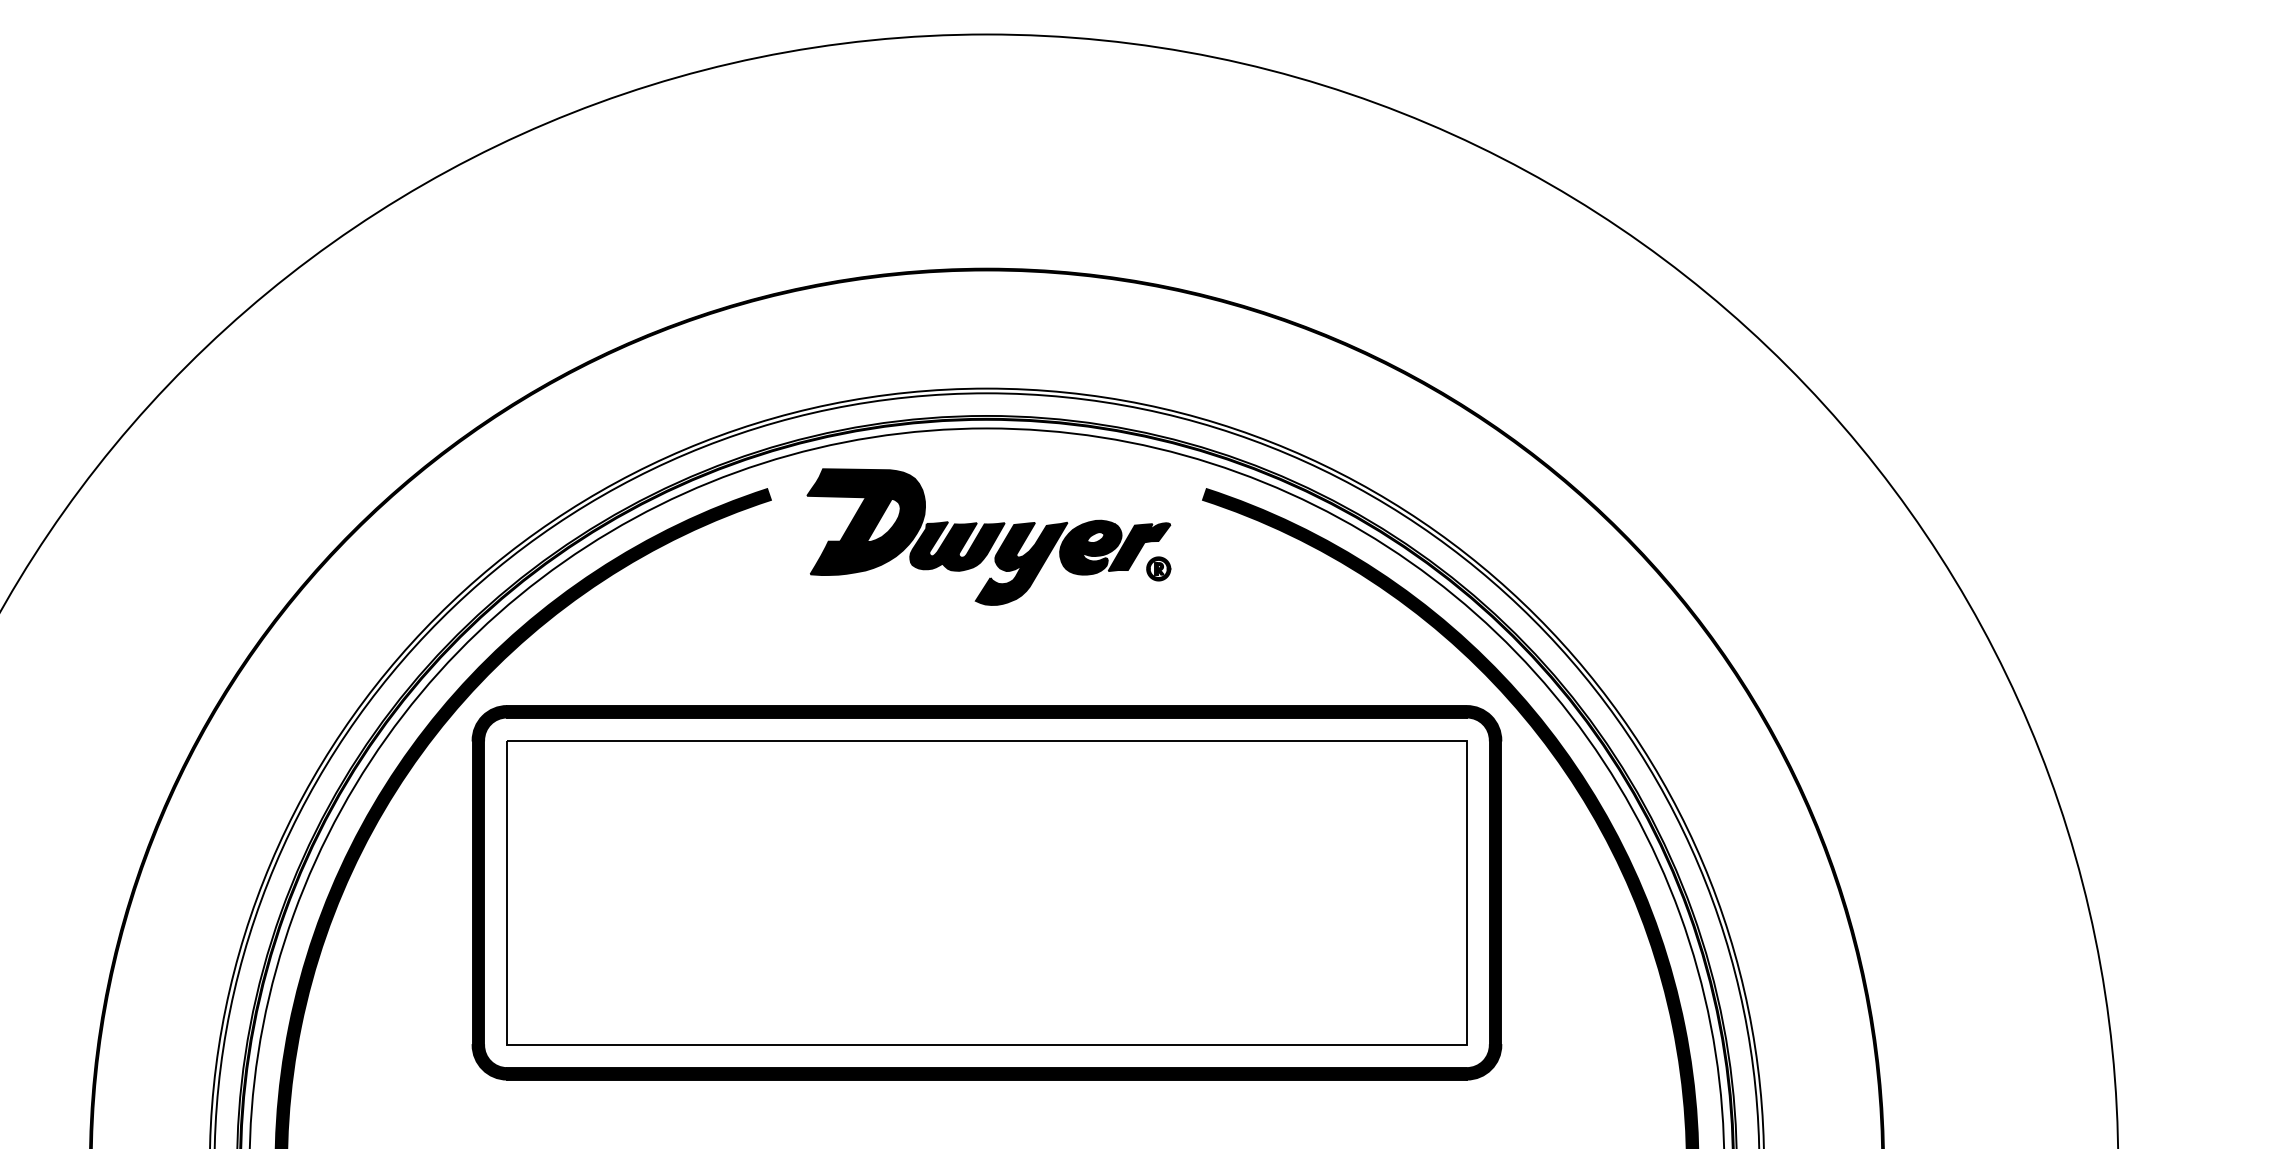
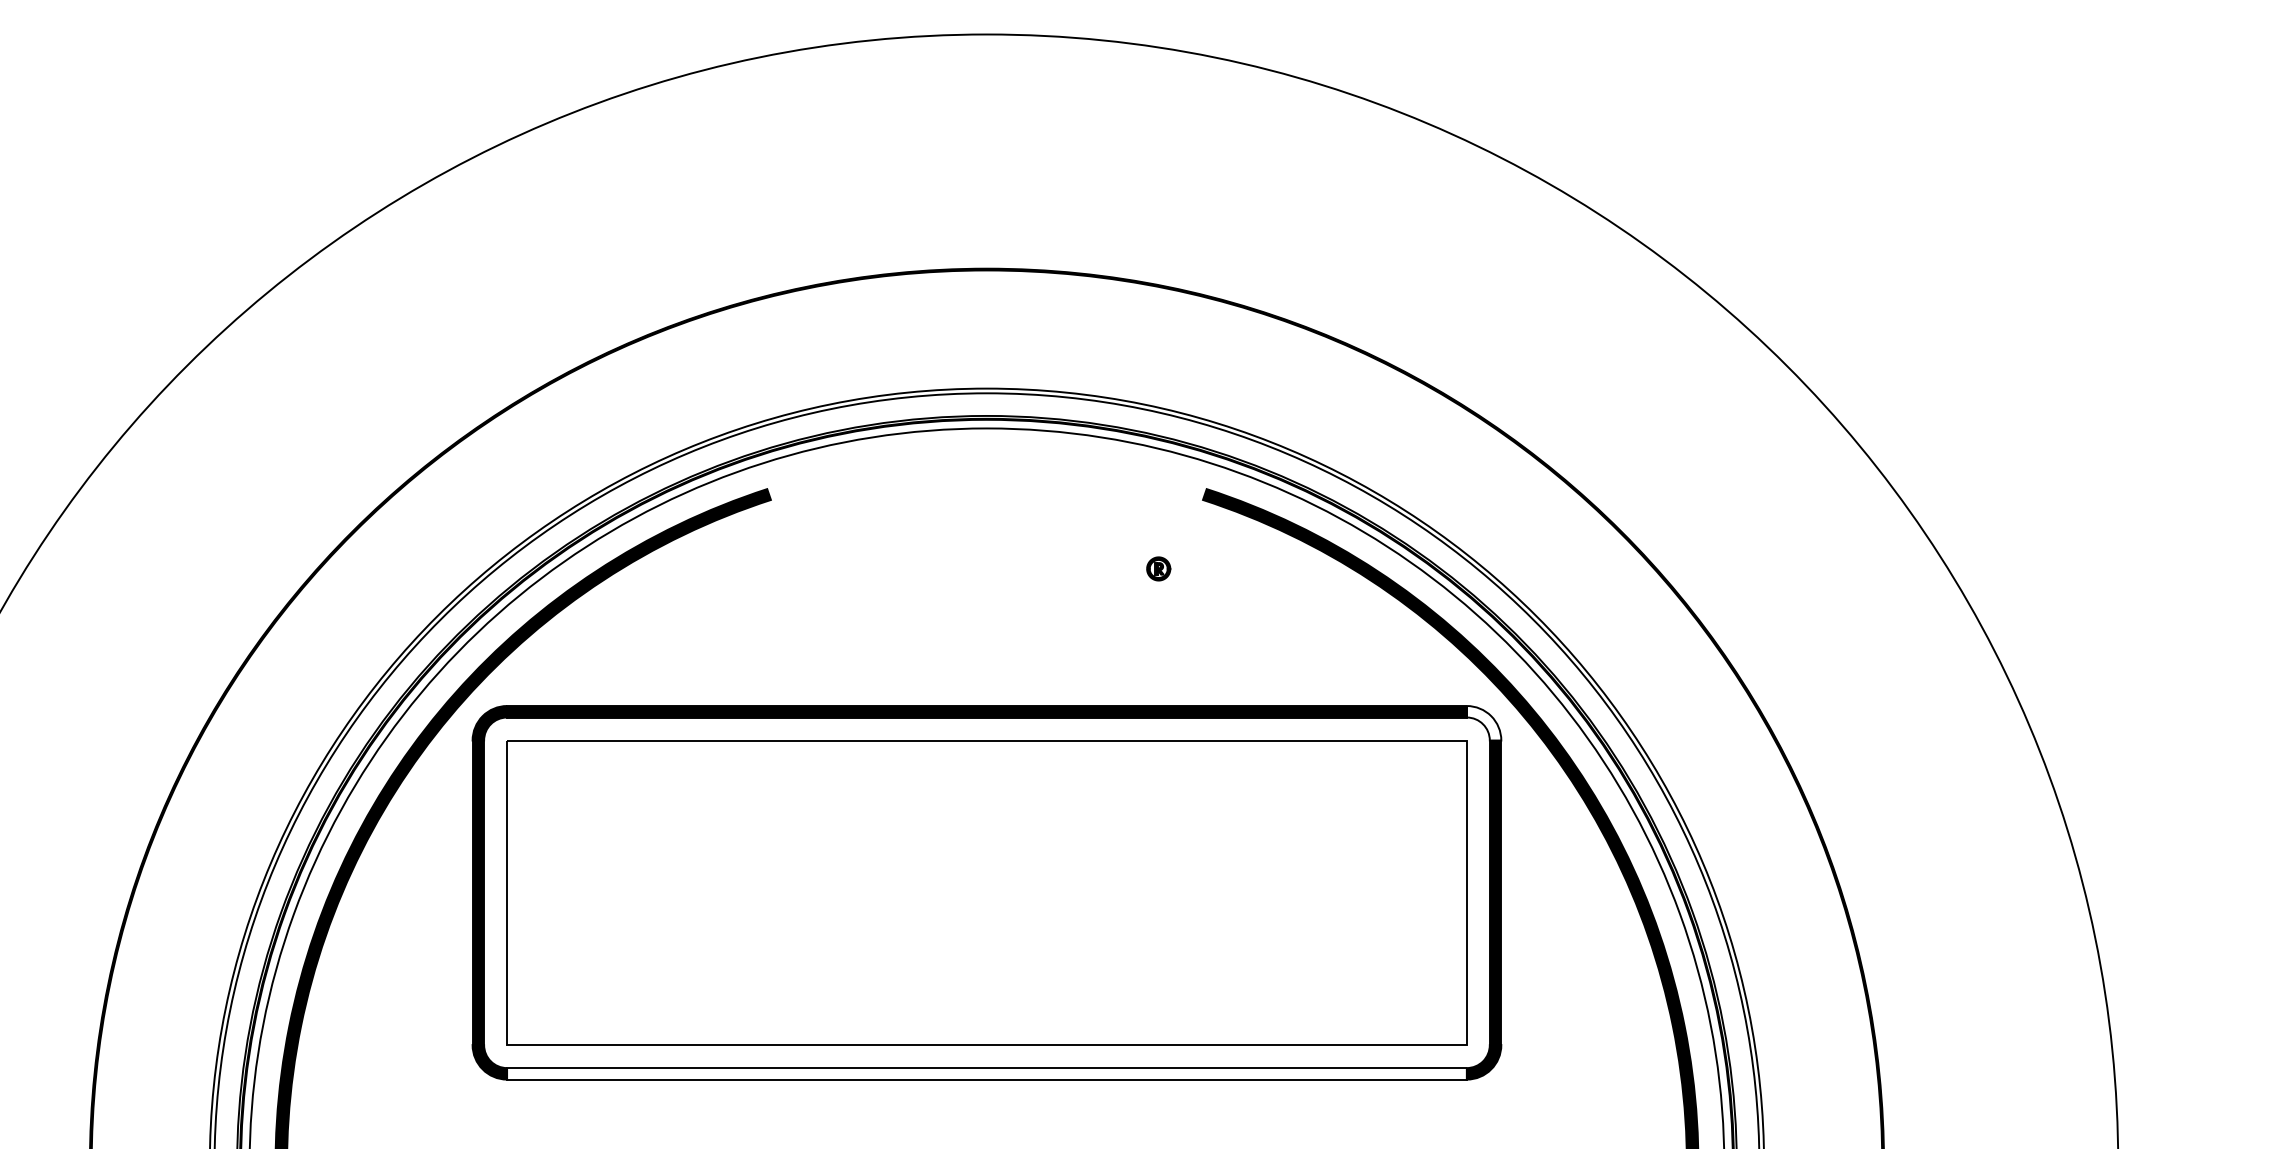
part at (988, 536): present -> none
fill at (1483, 723): present -> none
fill at (986, 1073): present -> none
